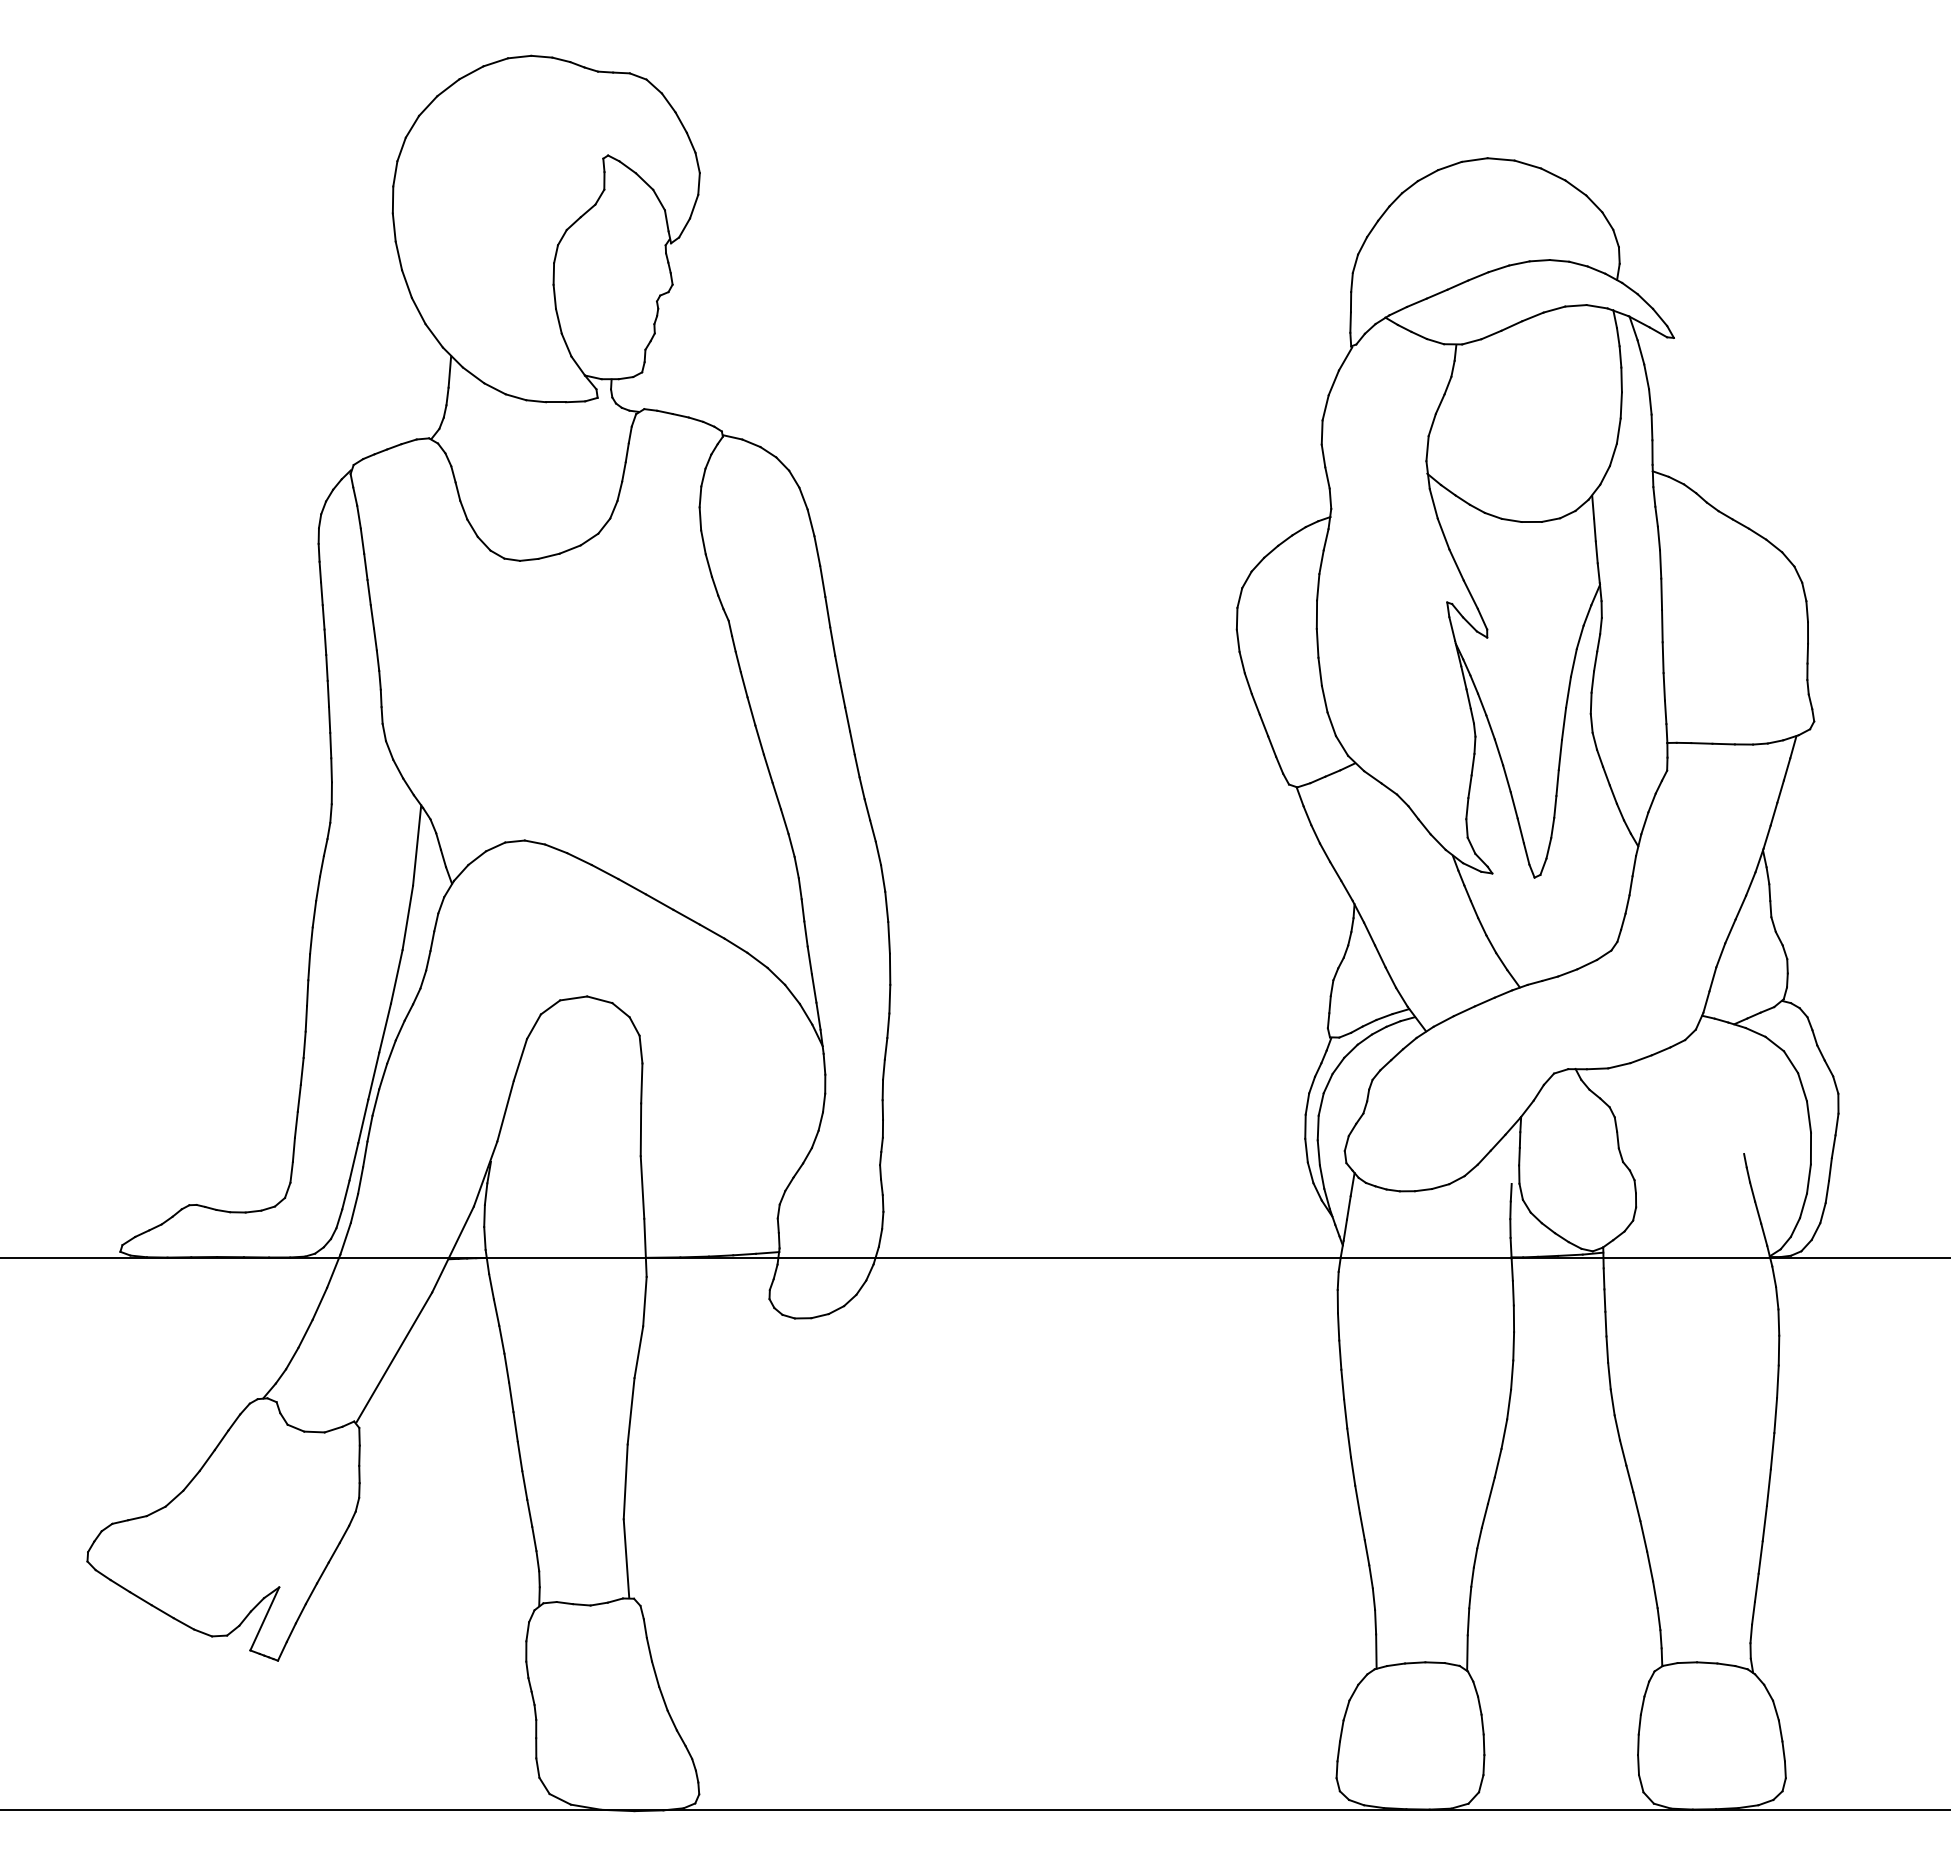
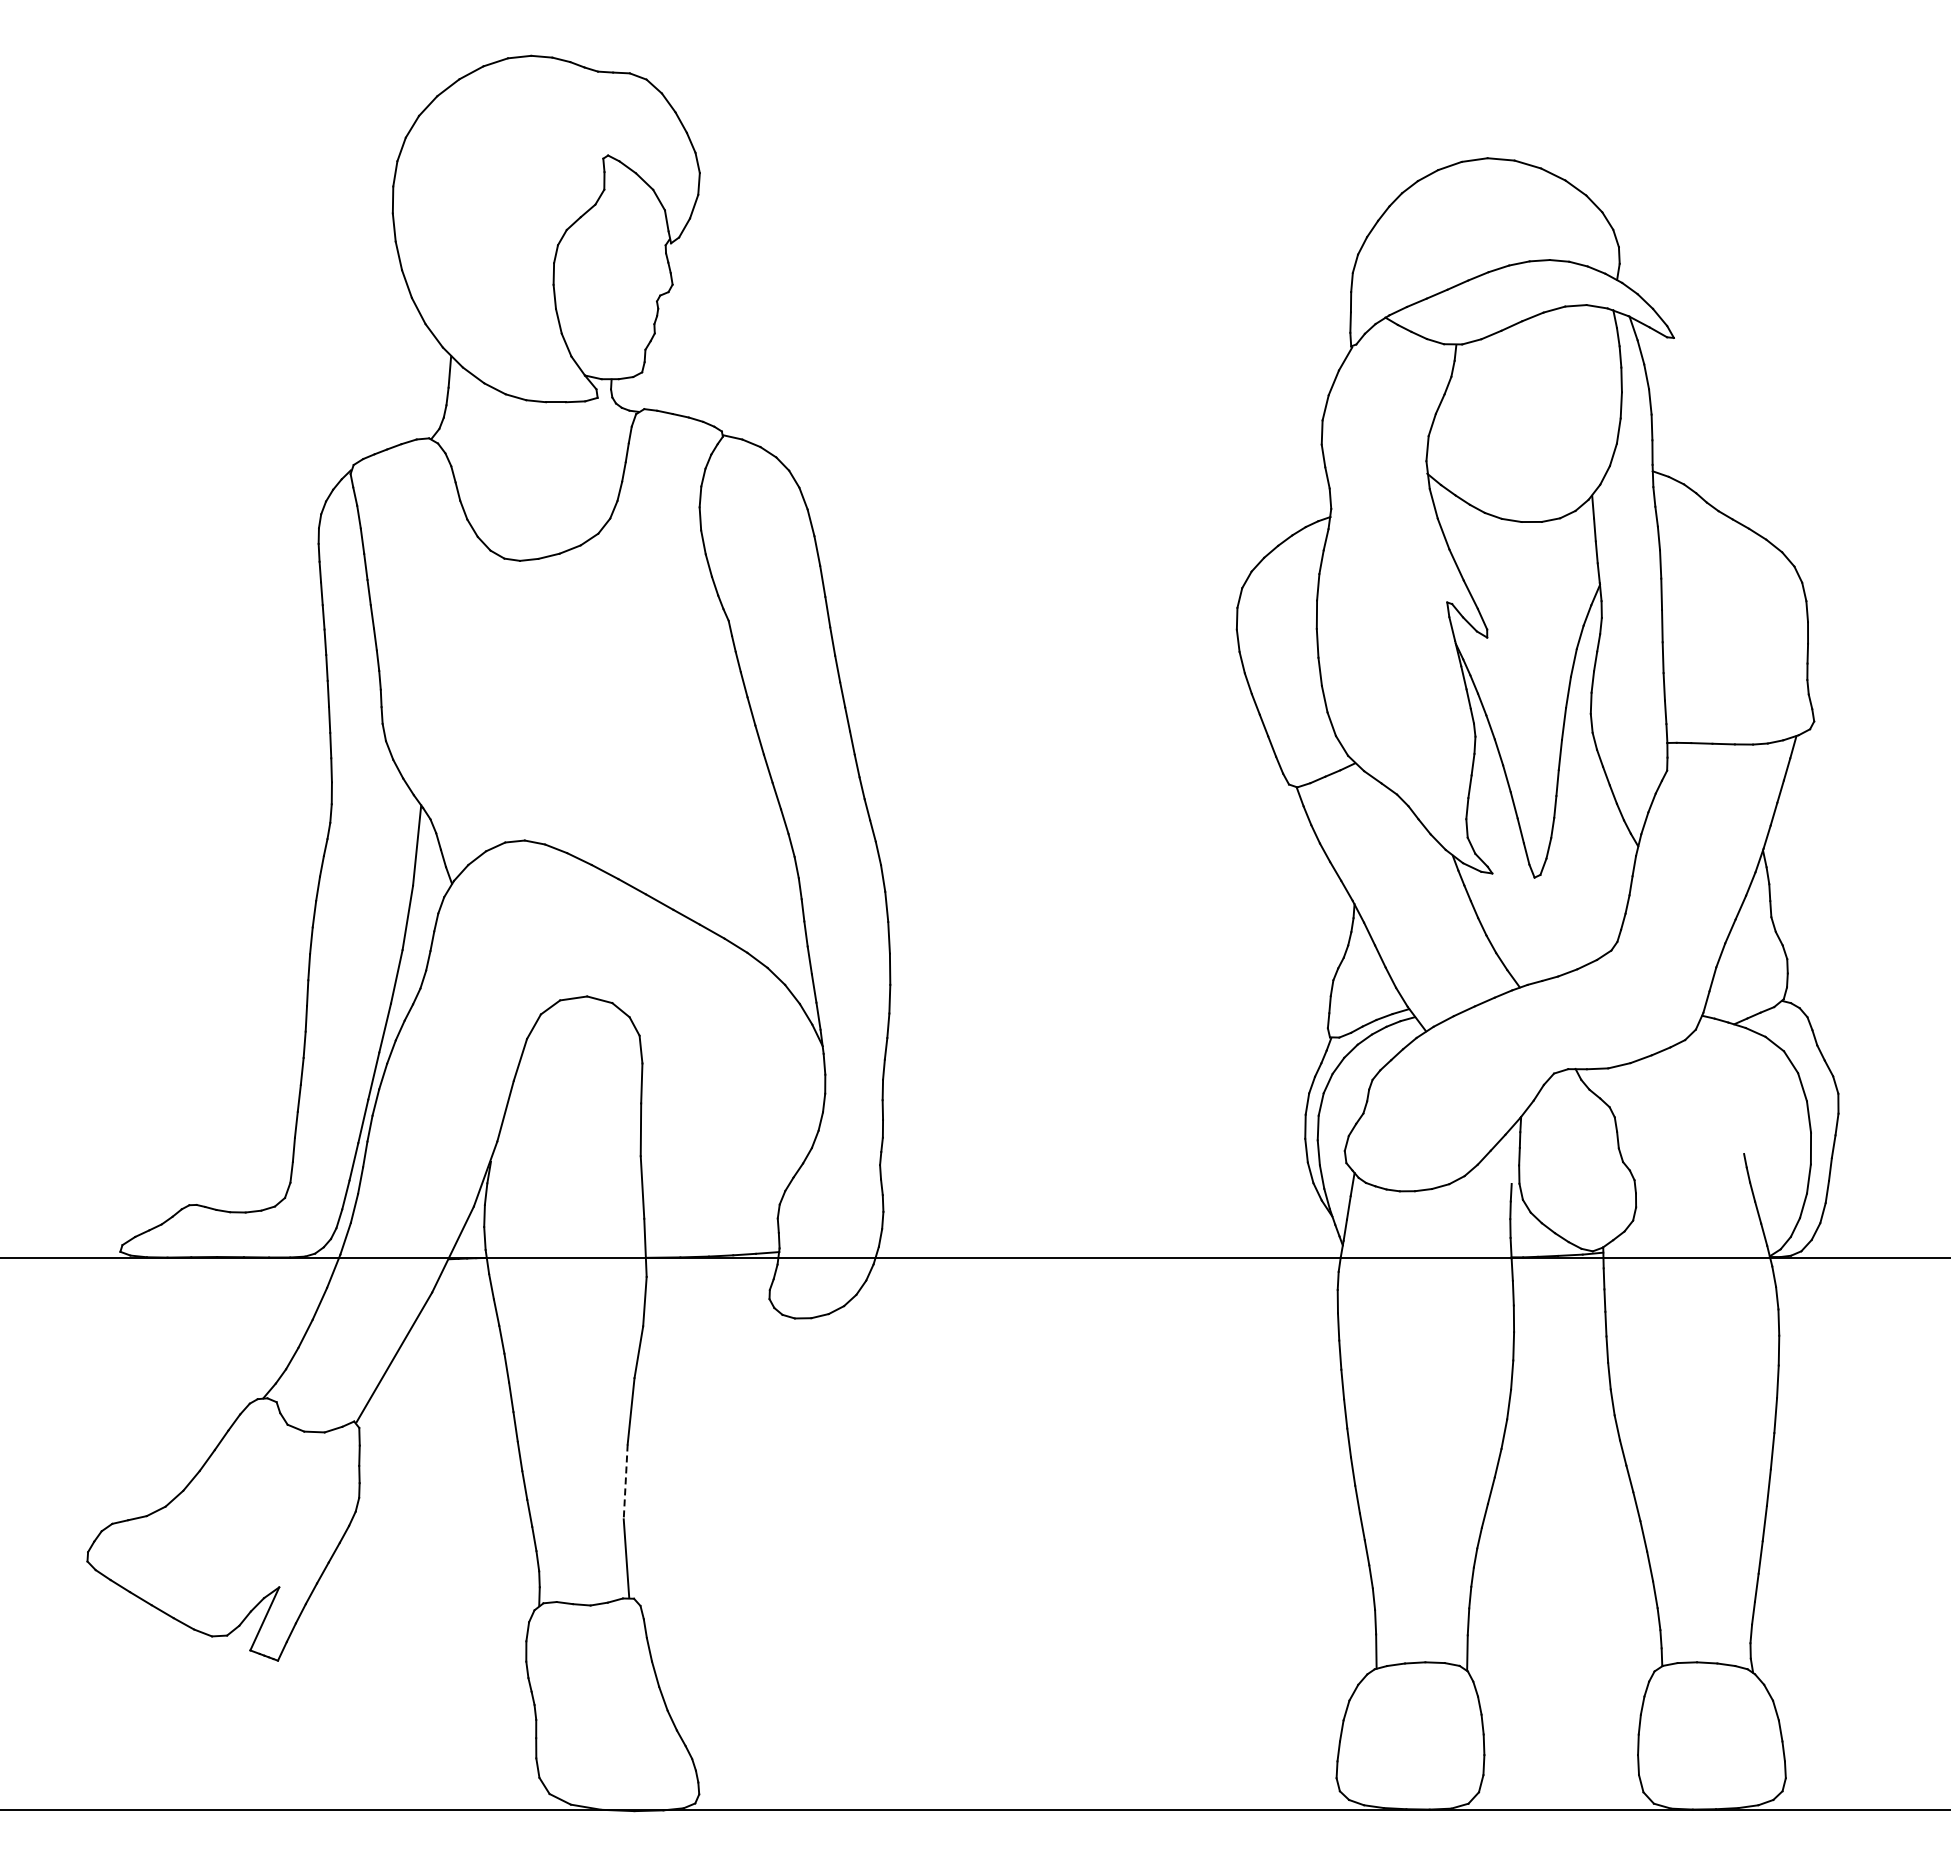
line at (625, 1482): solid -> dashed
